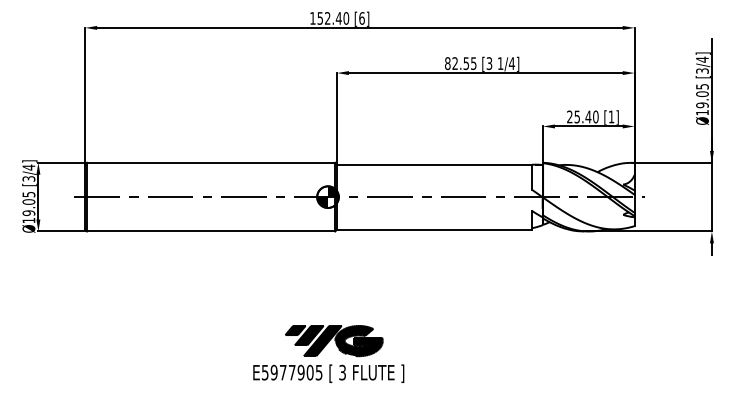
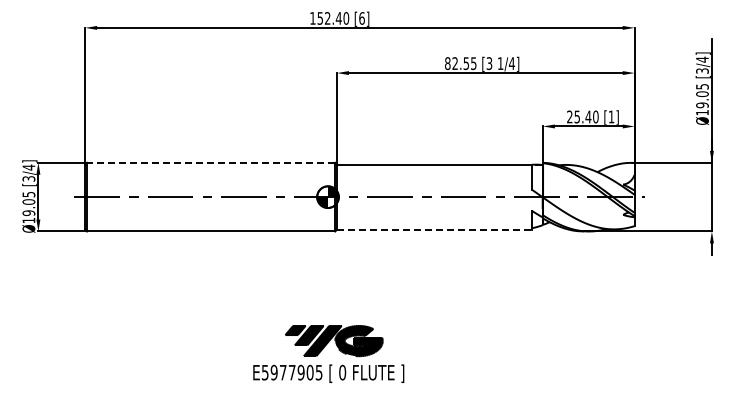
line at (210, 162): solid -> dashed
line at (434, 229): solid -> dashed
text at (342, 372): 3 -> 0
